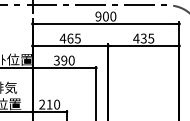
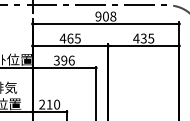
text at (113, 16): 900 -> 908
text at (71, 60): 390 -> 396
